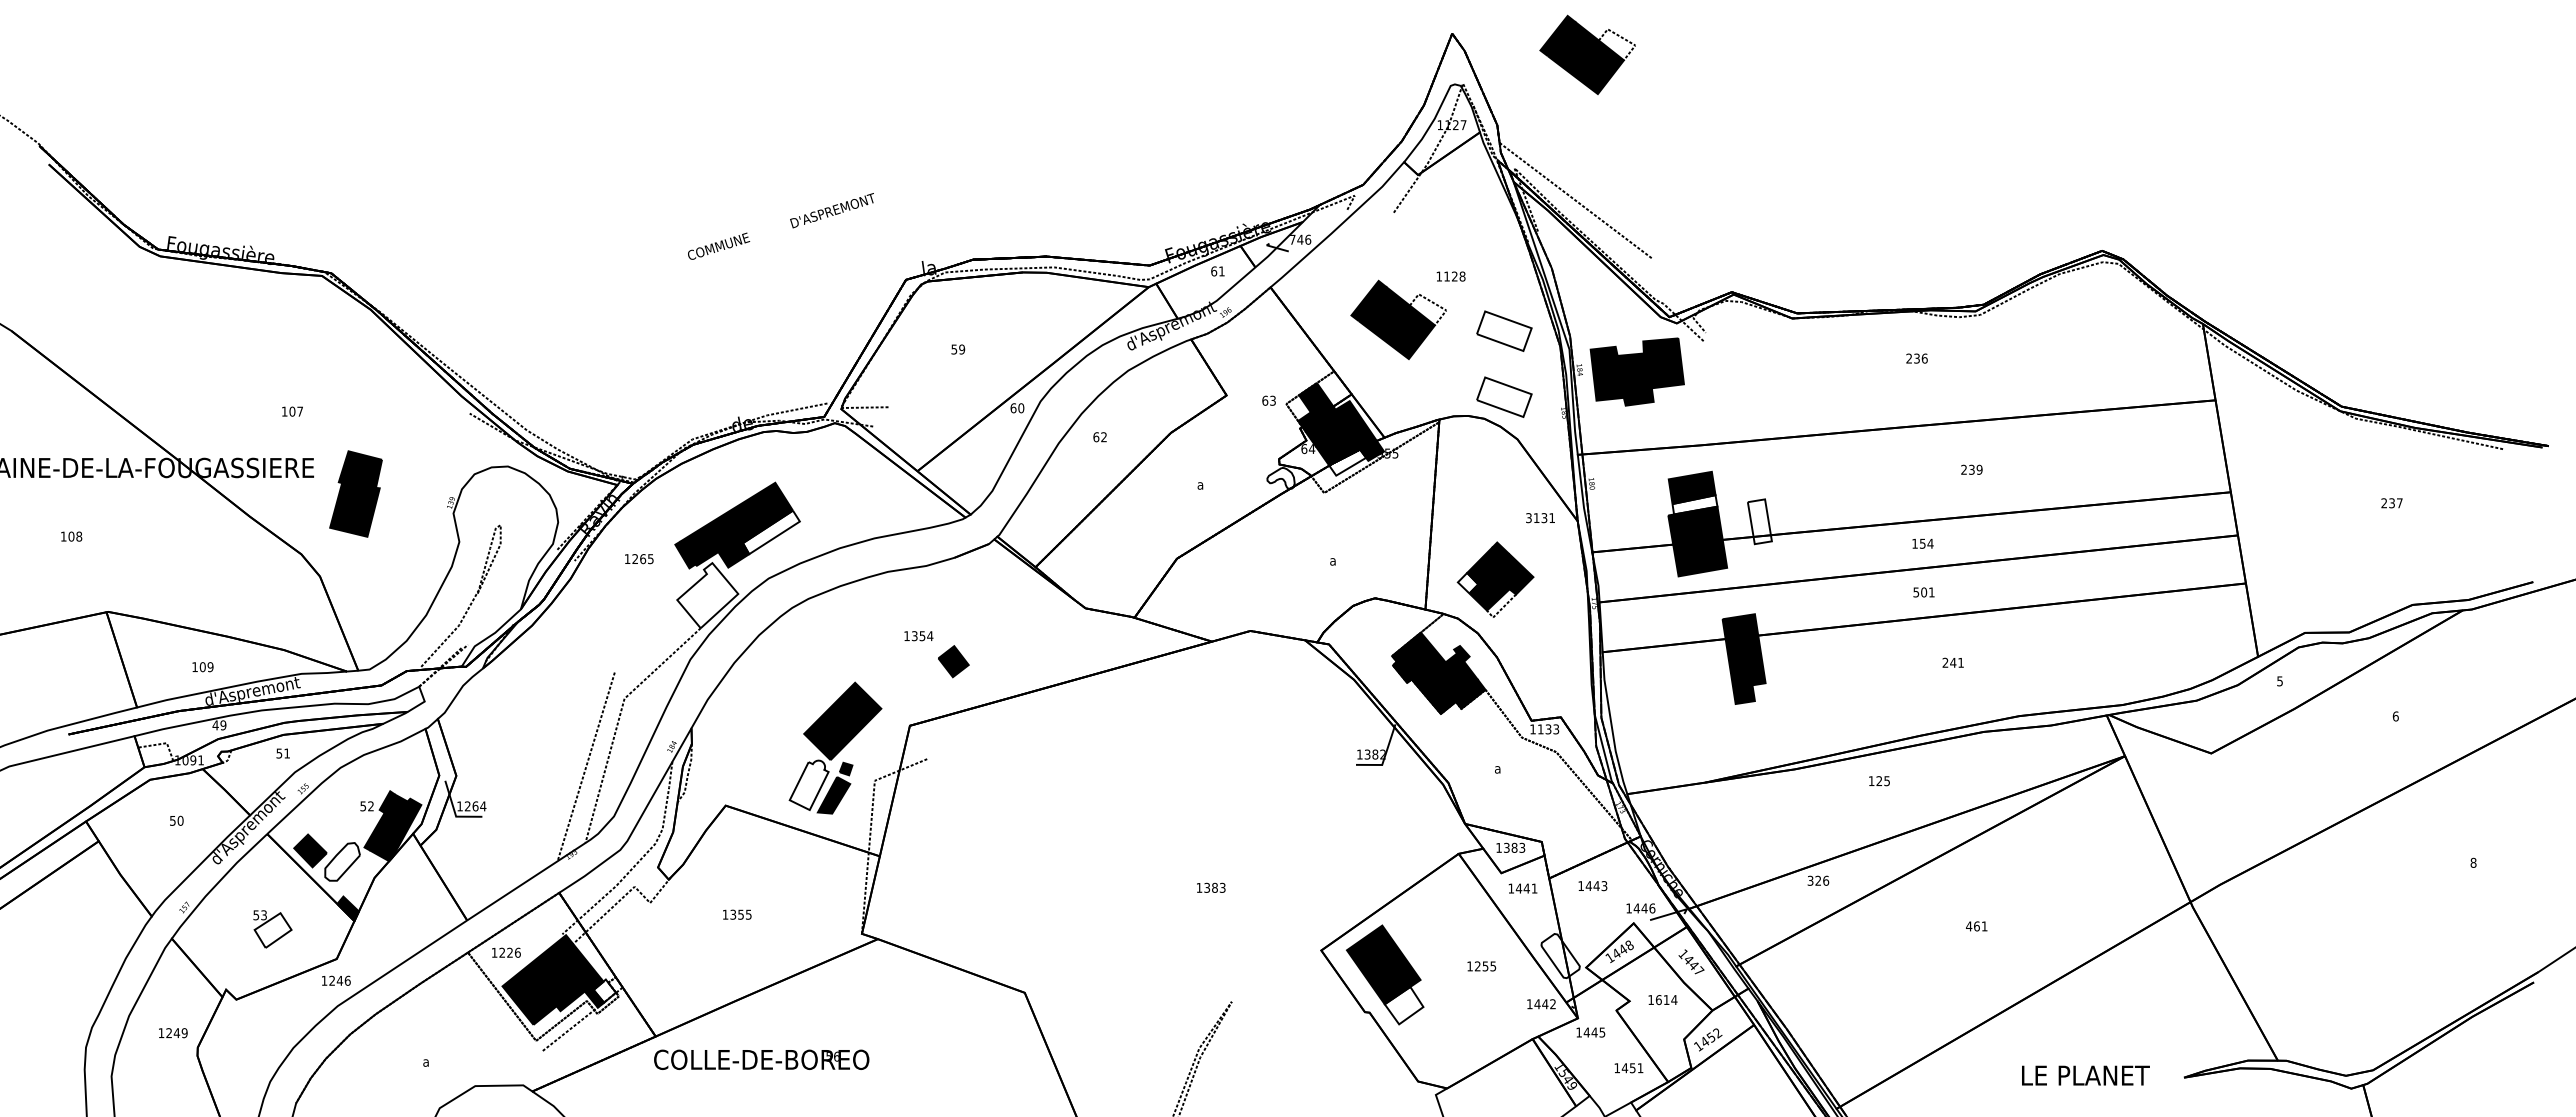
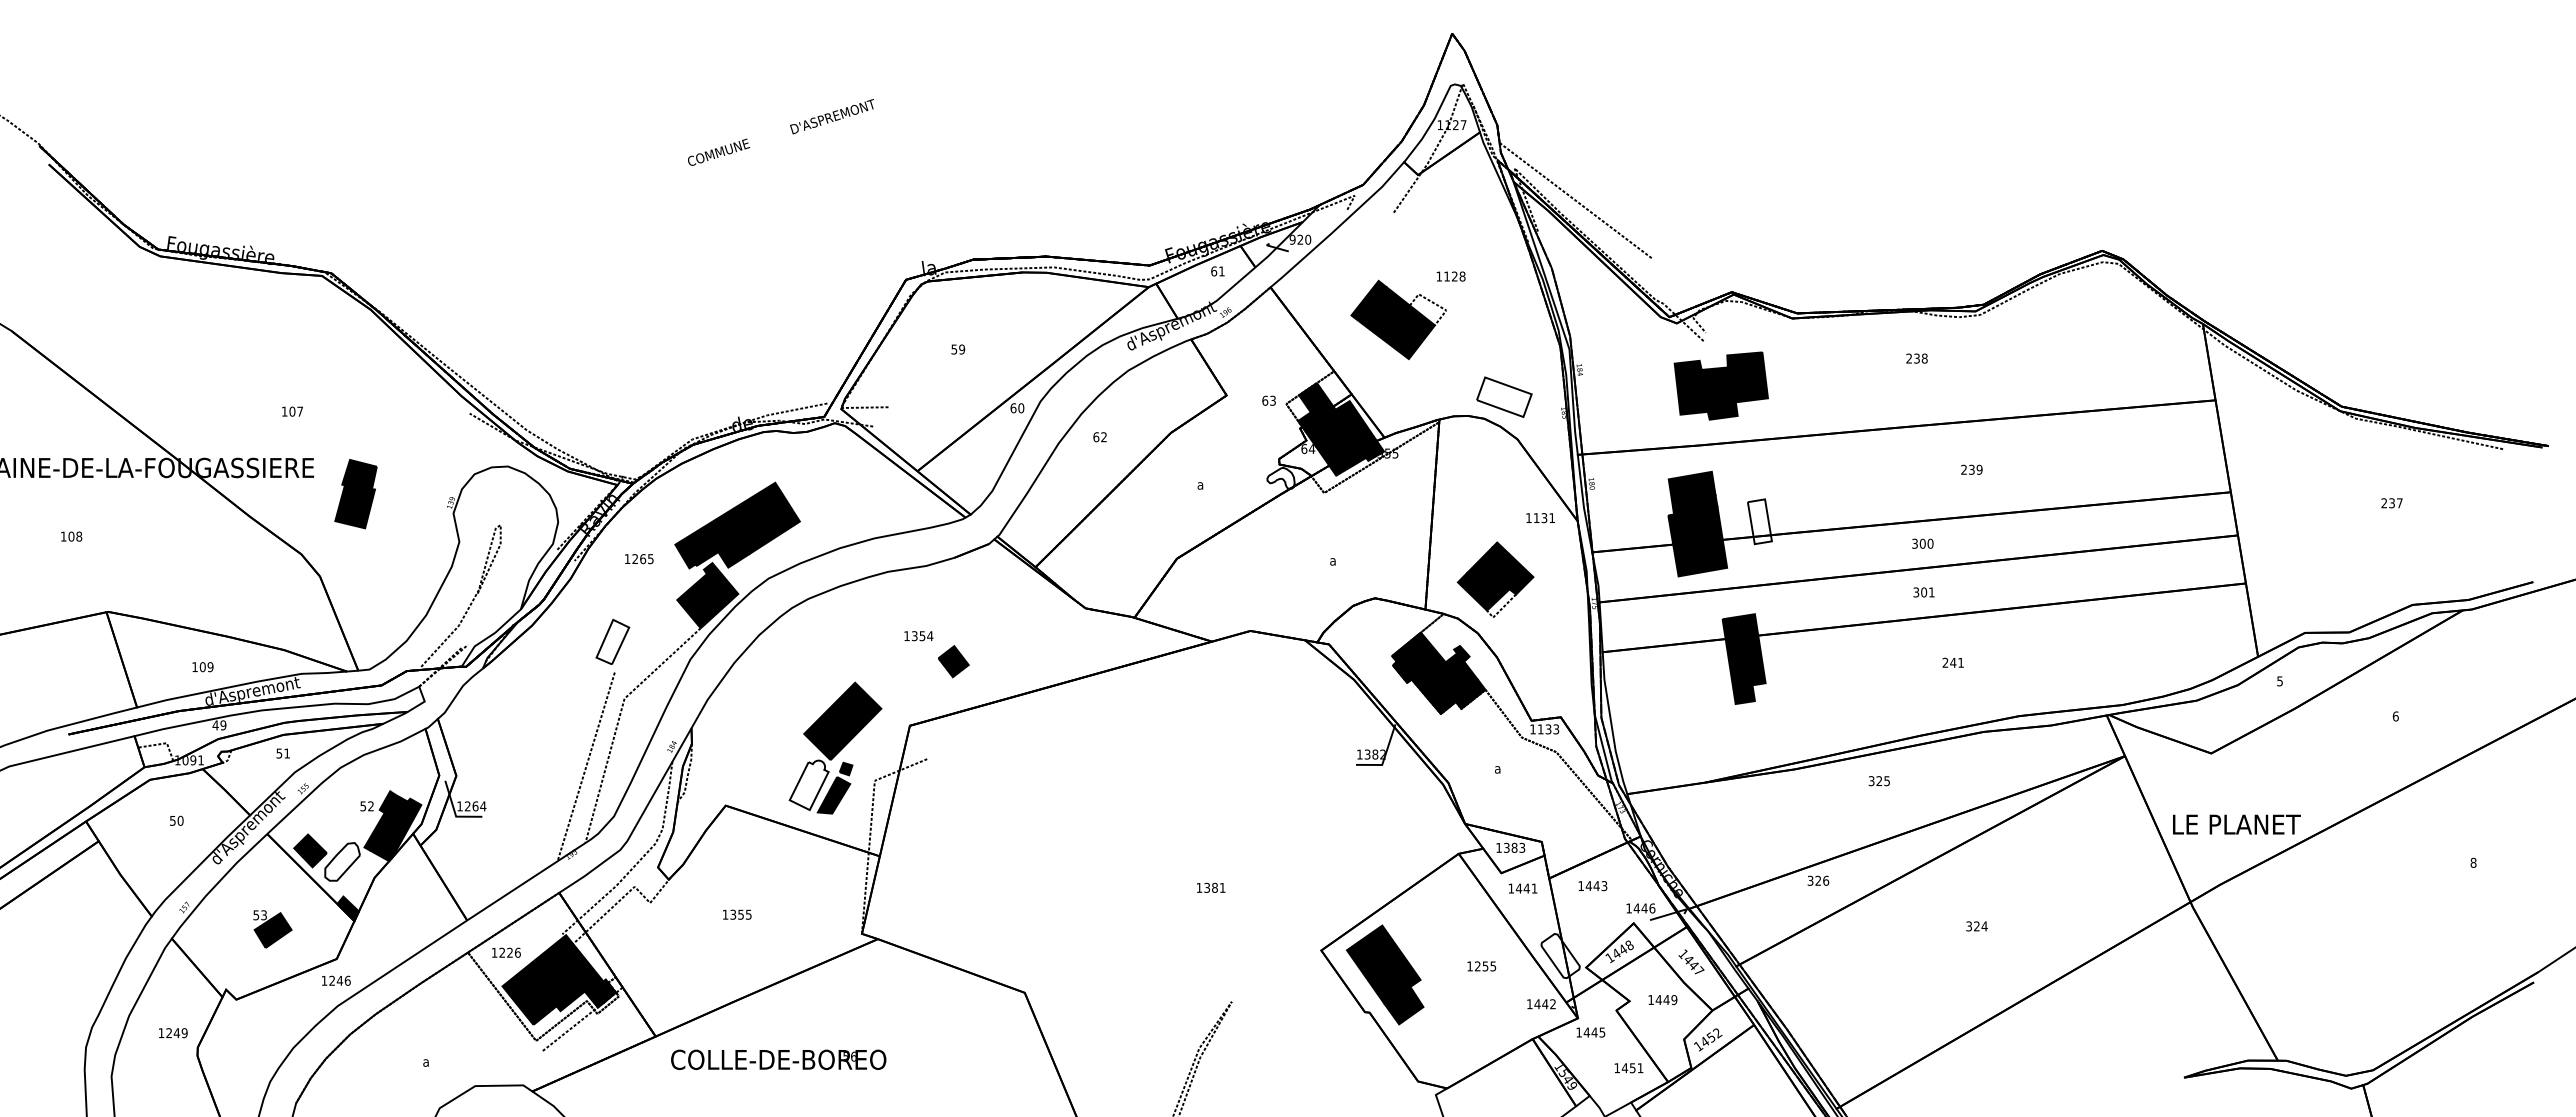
part at (1587, 54): present -> none
text at (780, 226) position: (780, 226) -> (780, 132)
text at (1300, 239): 746 -> 920
part at (1504, 330): present -> none
text at (1924, 358): 236 -> 238
part at (1636, 371) position: (1636, 371) -> (1720, 385)
fill at (1347, 462): none -> present
part at (355, 493) size: 54x88 px -> 44x71 px
fill at (1694, 504): none -> present
text at (1528, 518): 3131 -> 1131
fill at (770, 532): none -> present
text at (1922, 543): 154 -> 300
fill at (1467, 582): none -> present
text at (1915, 591): 501 -> 301
fill at (707, 595): none -> present
part at (612, 641): none -> present
text at (1871, 781): 125 -> 325
text at (1222, 887): 1383 -> 1381
text at (1976, 926): 461 -> 324
fill at (272, 930): none -> present
fill at (604, 990): none -> present
text at (1666, 1000): 1614 -> 1449
fill at (1403, 1005): none -> present
text at (761, 1059) position: (761, 1059) -> (778, 1059)
text at (2085, 1075) position: (2085, 1075) -> (2236, 824)
